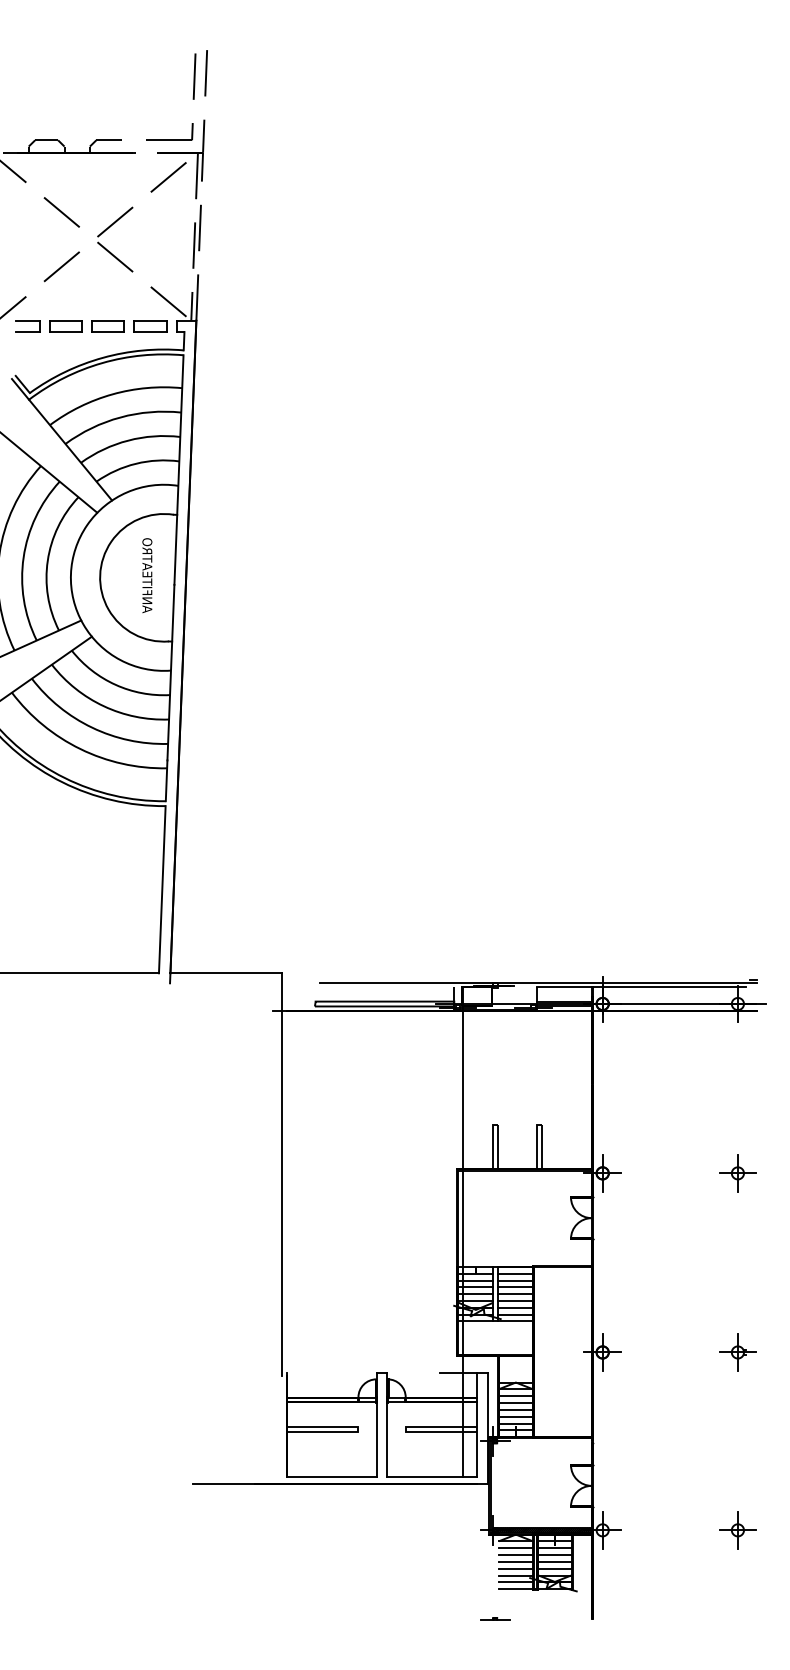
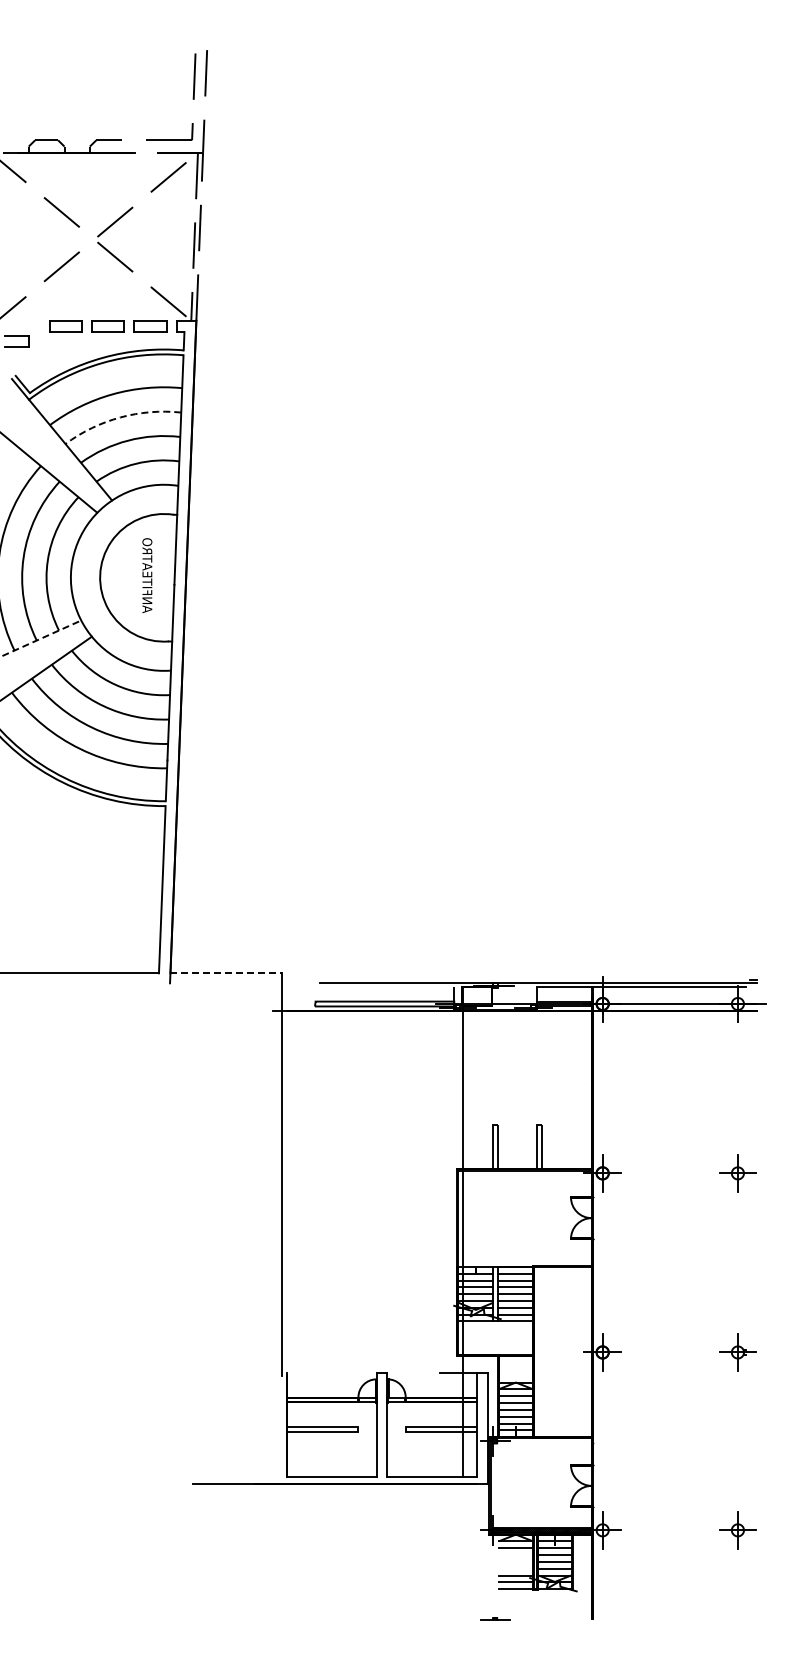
part at (27, 326) position: (27, 326) -> (16, 341)
arc at (120, 417): solid -> dashed
line at (41, 638): solid -> dashed
line at (226, 973): solid -> dashed
line at (515, 1555): present -> none
line at (515, 1561): present -> none
line at (515, 1568): present -> none
